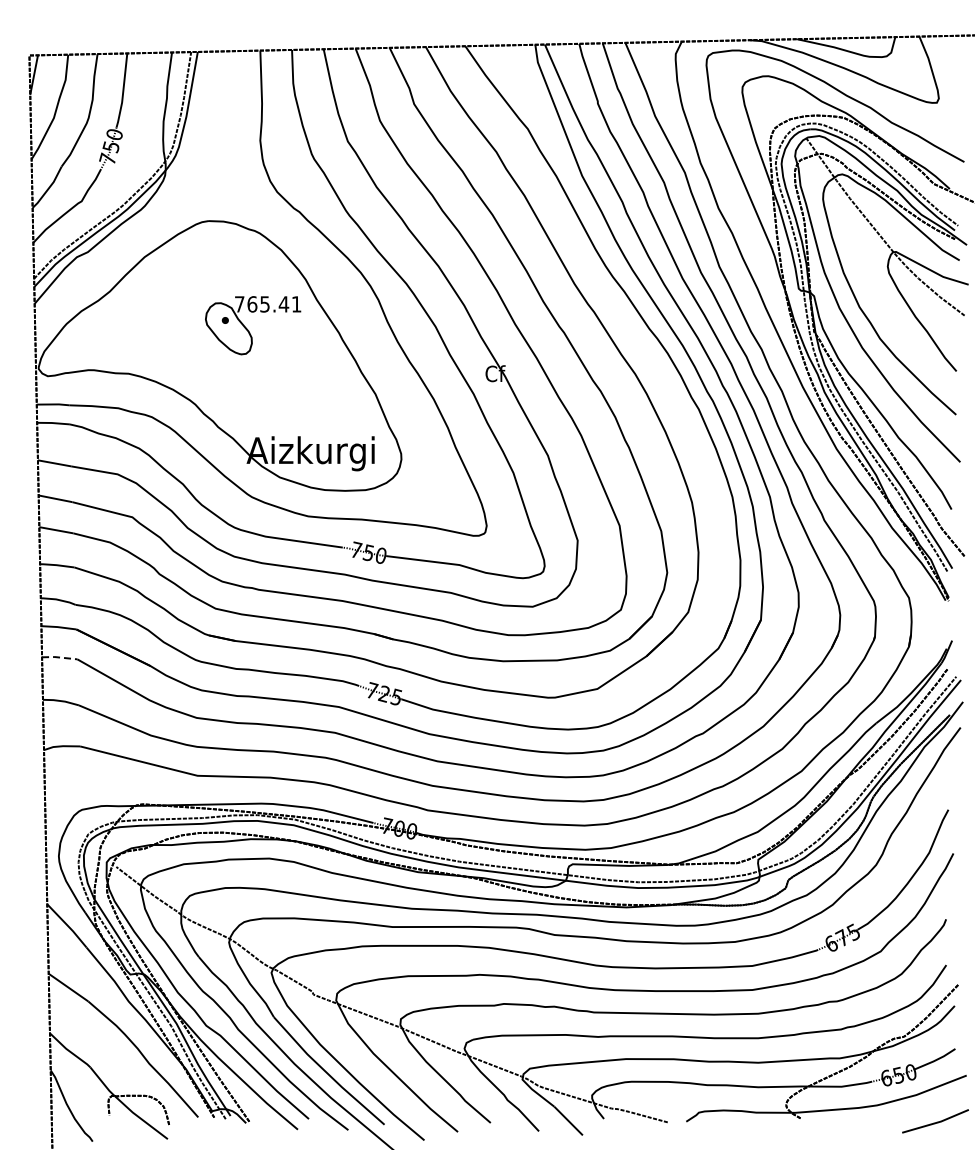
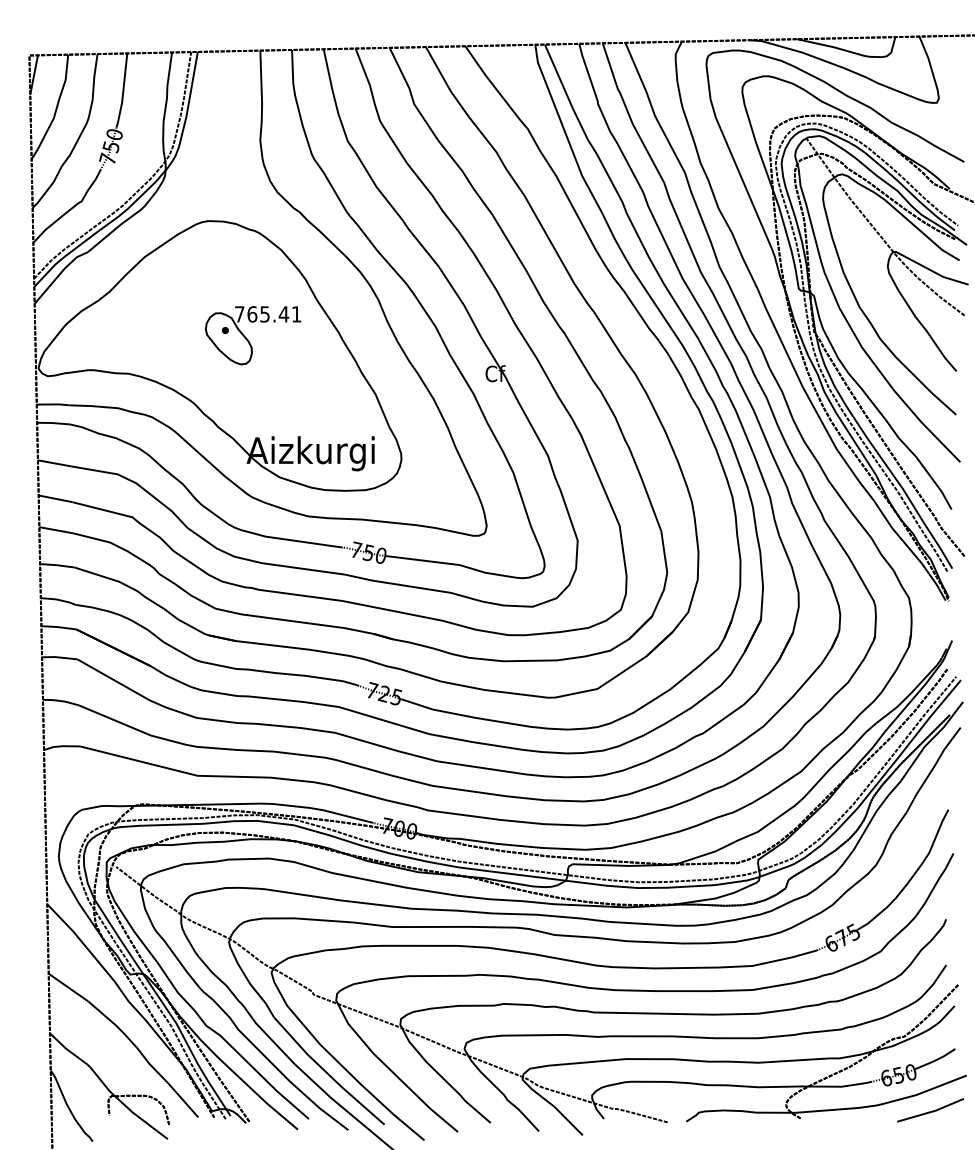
part at (248, 329) position: (248, 329) -> (248, 339)
line at (59, 657): dashed -> solid
line at (935, 1122) position: (935, 1122) -> (930, 1111)
